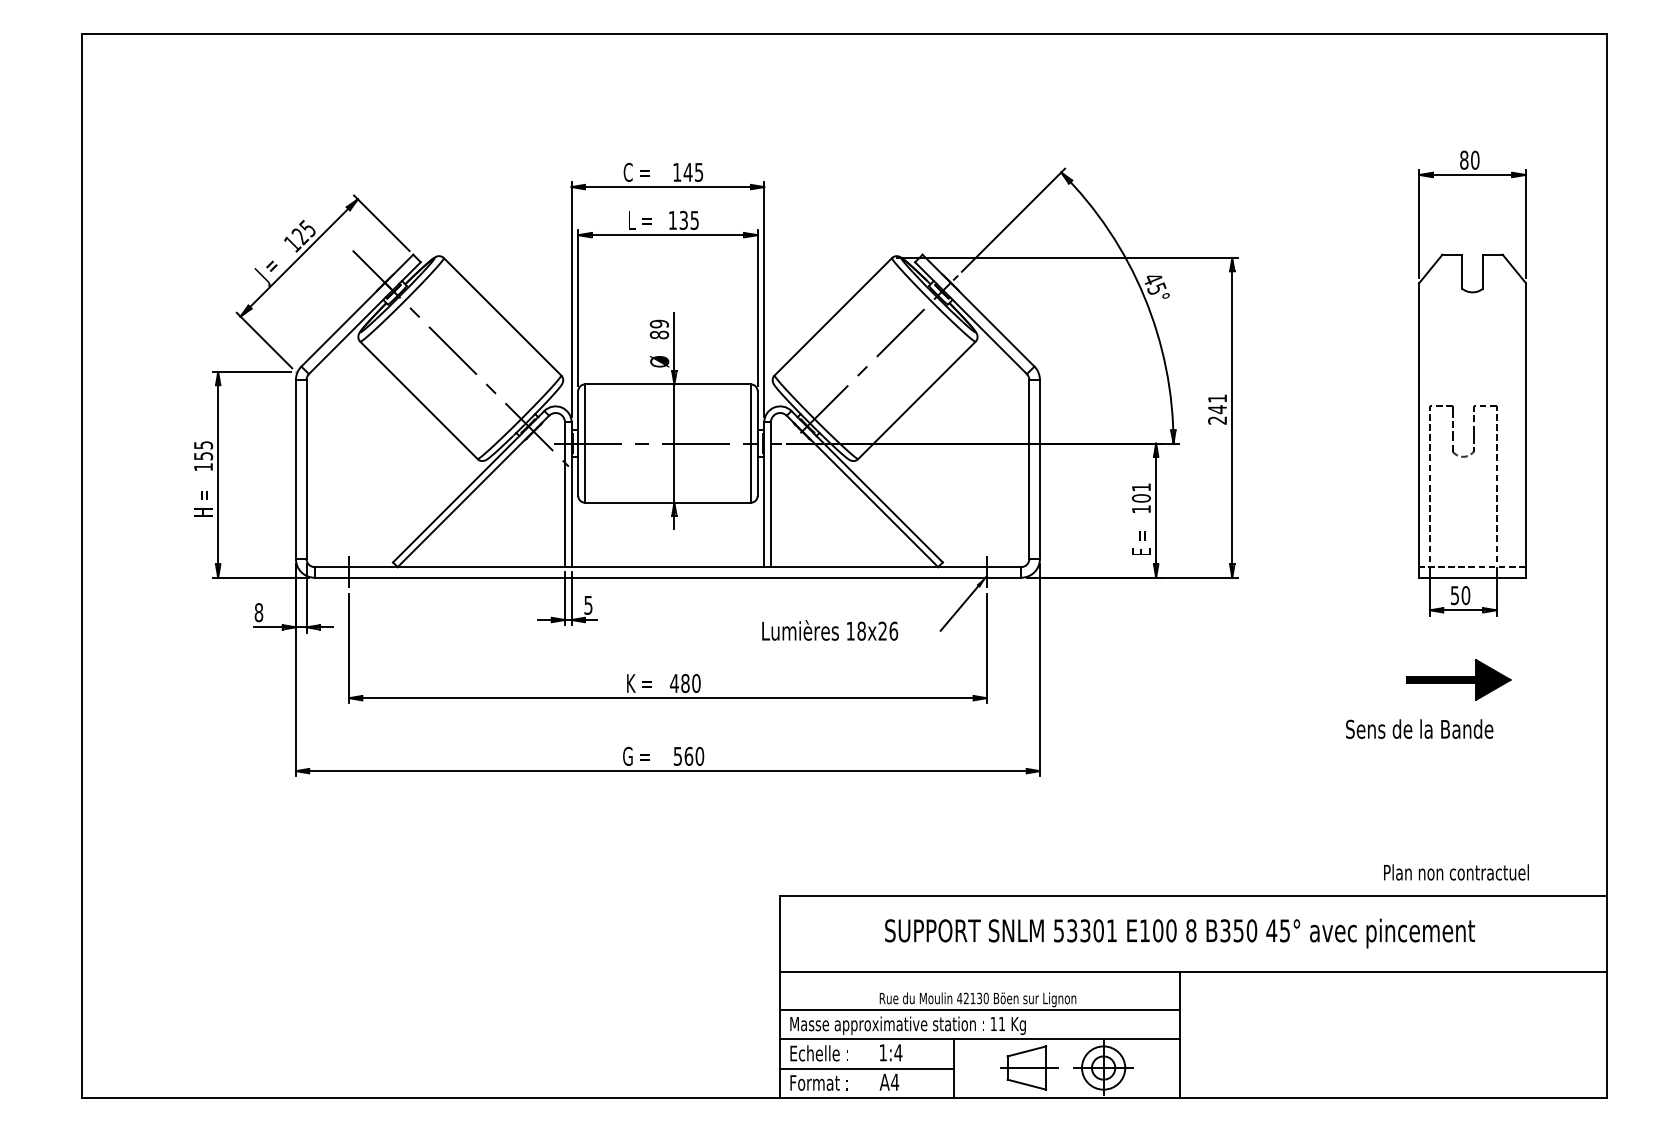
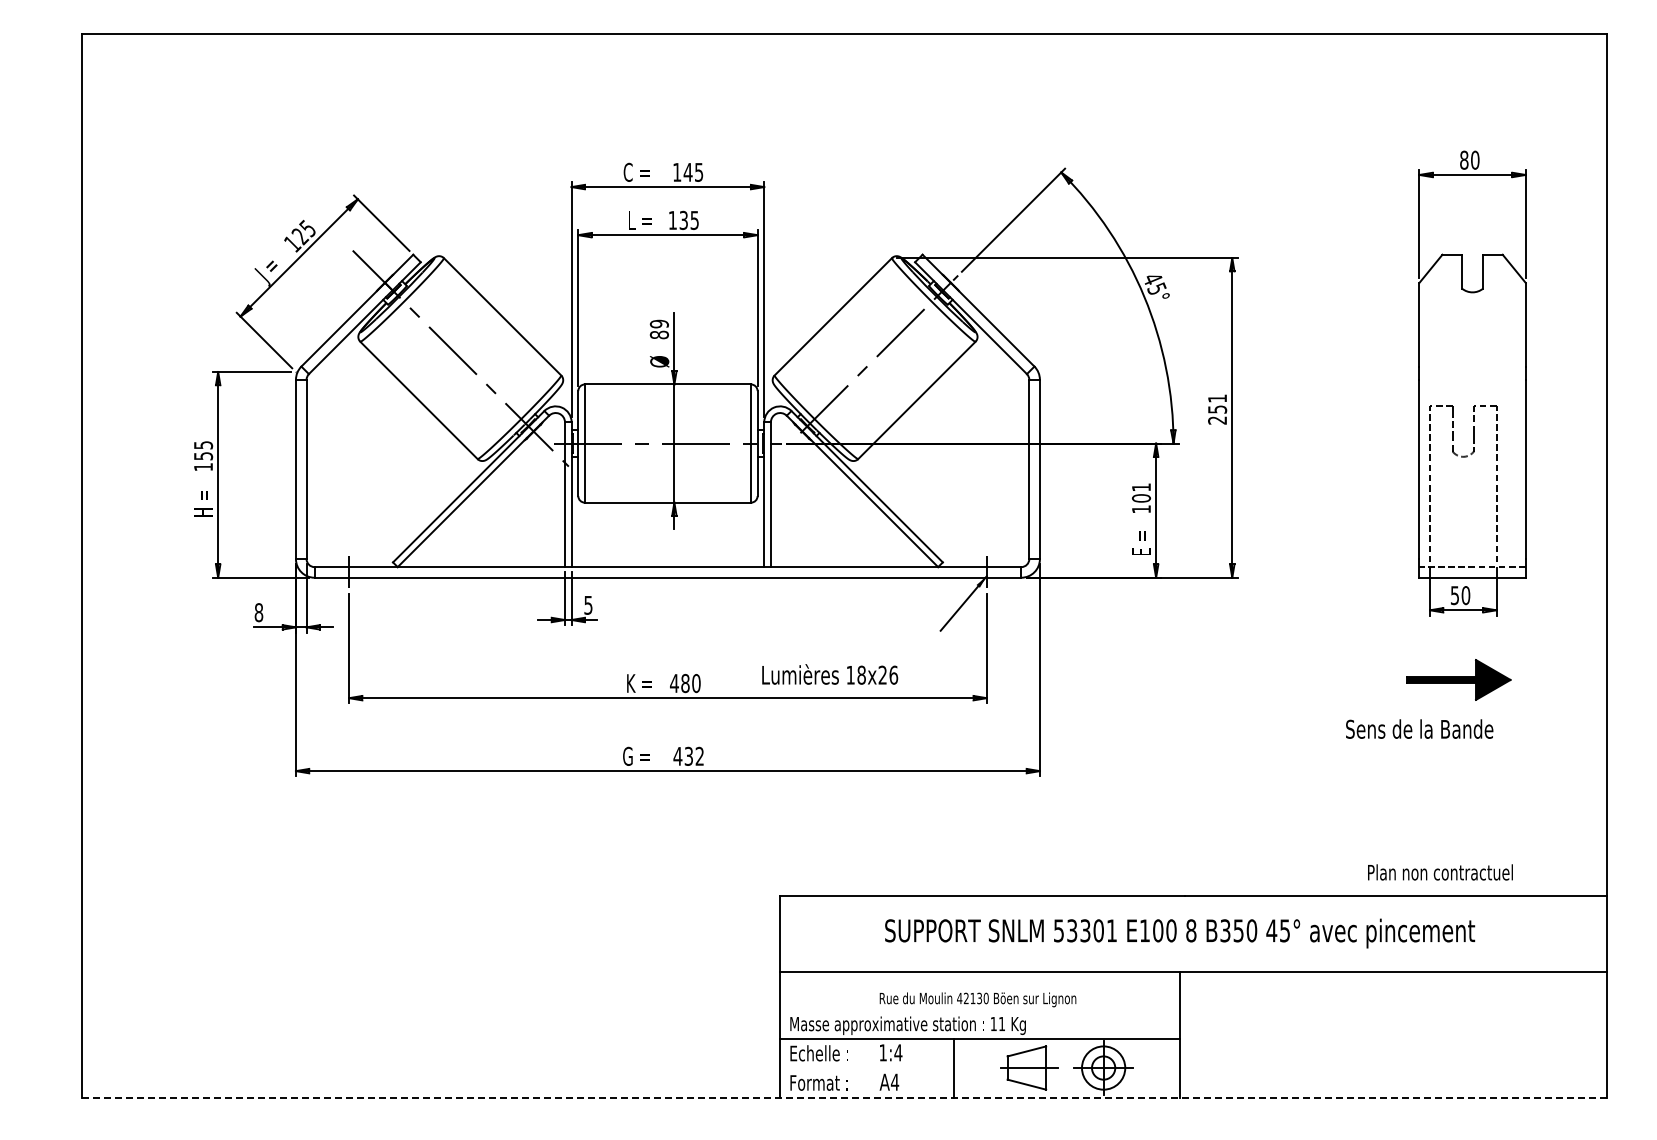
text at (1217, 409): 241 -> 251
text at (830, 630) position: (830, 630) -> (830, 674)
text at (688, 755): 560 -> 432
text at (1456, 872) position: (1456, 872) -> (1440, 872)
line at (980, 1010): present -> none
line at (866, 1068): present -> none
line at (844, 1097): solid -> dashed
